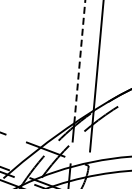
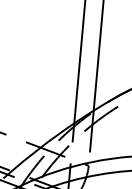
line at (79, 61): dashed -> solid
